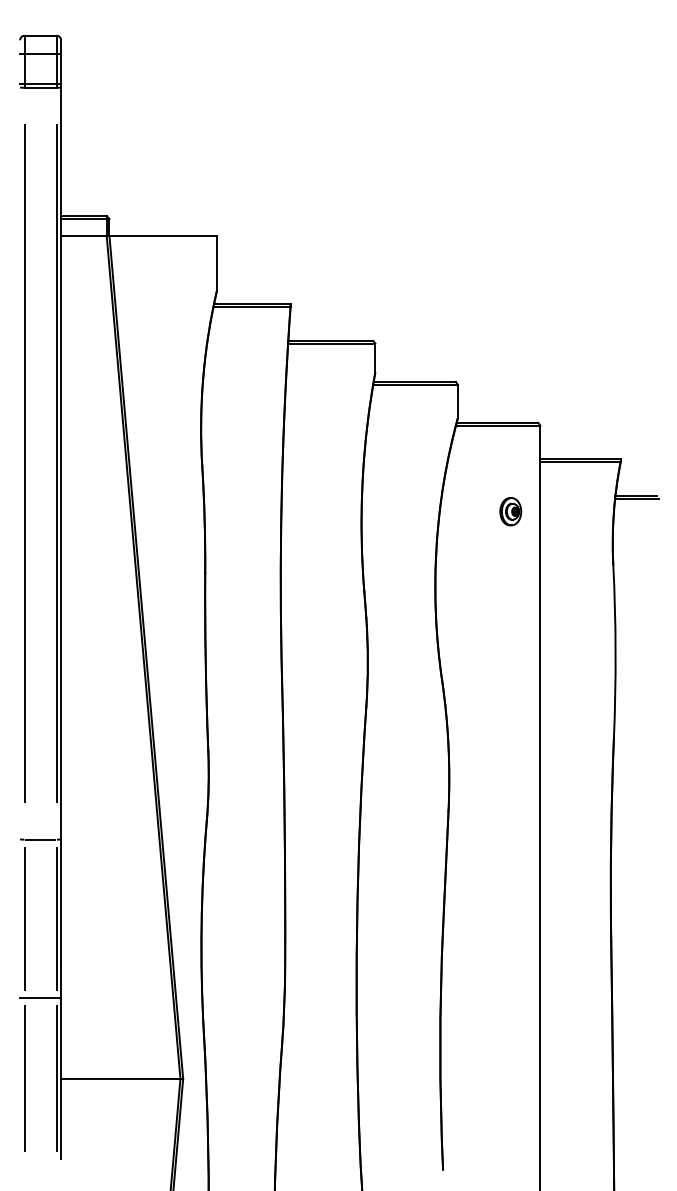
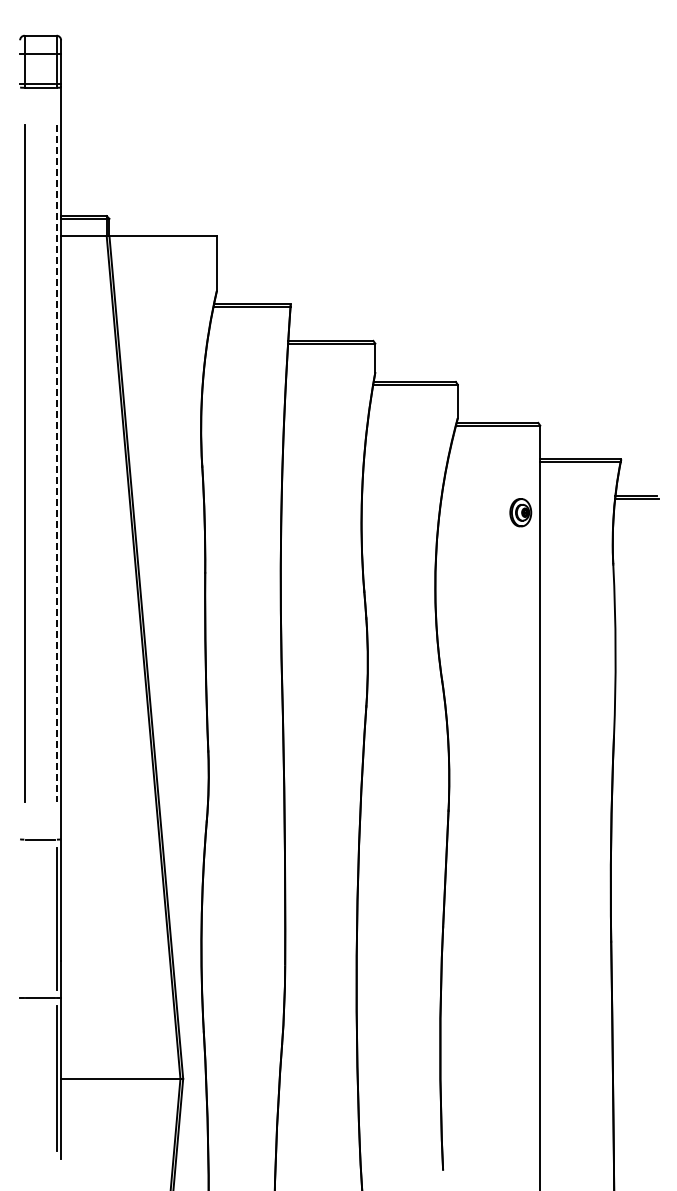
line at (56, 464): solid -> dashed
part at (510, 511) position: (510, 511) -> (520, 512)
line at (24, 918): present -> none
line at (24, 1078): present -> none
